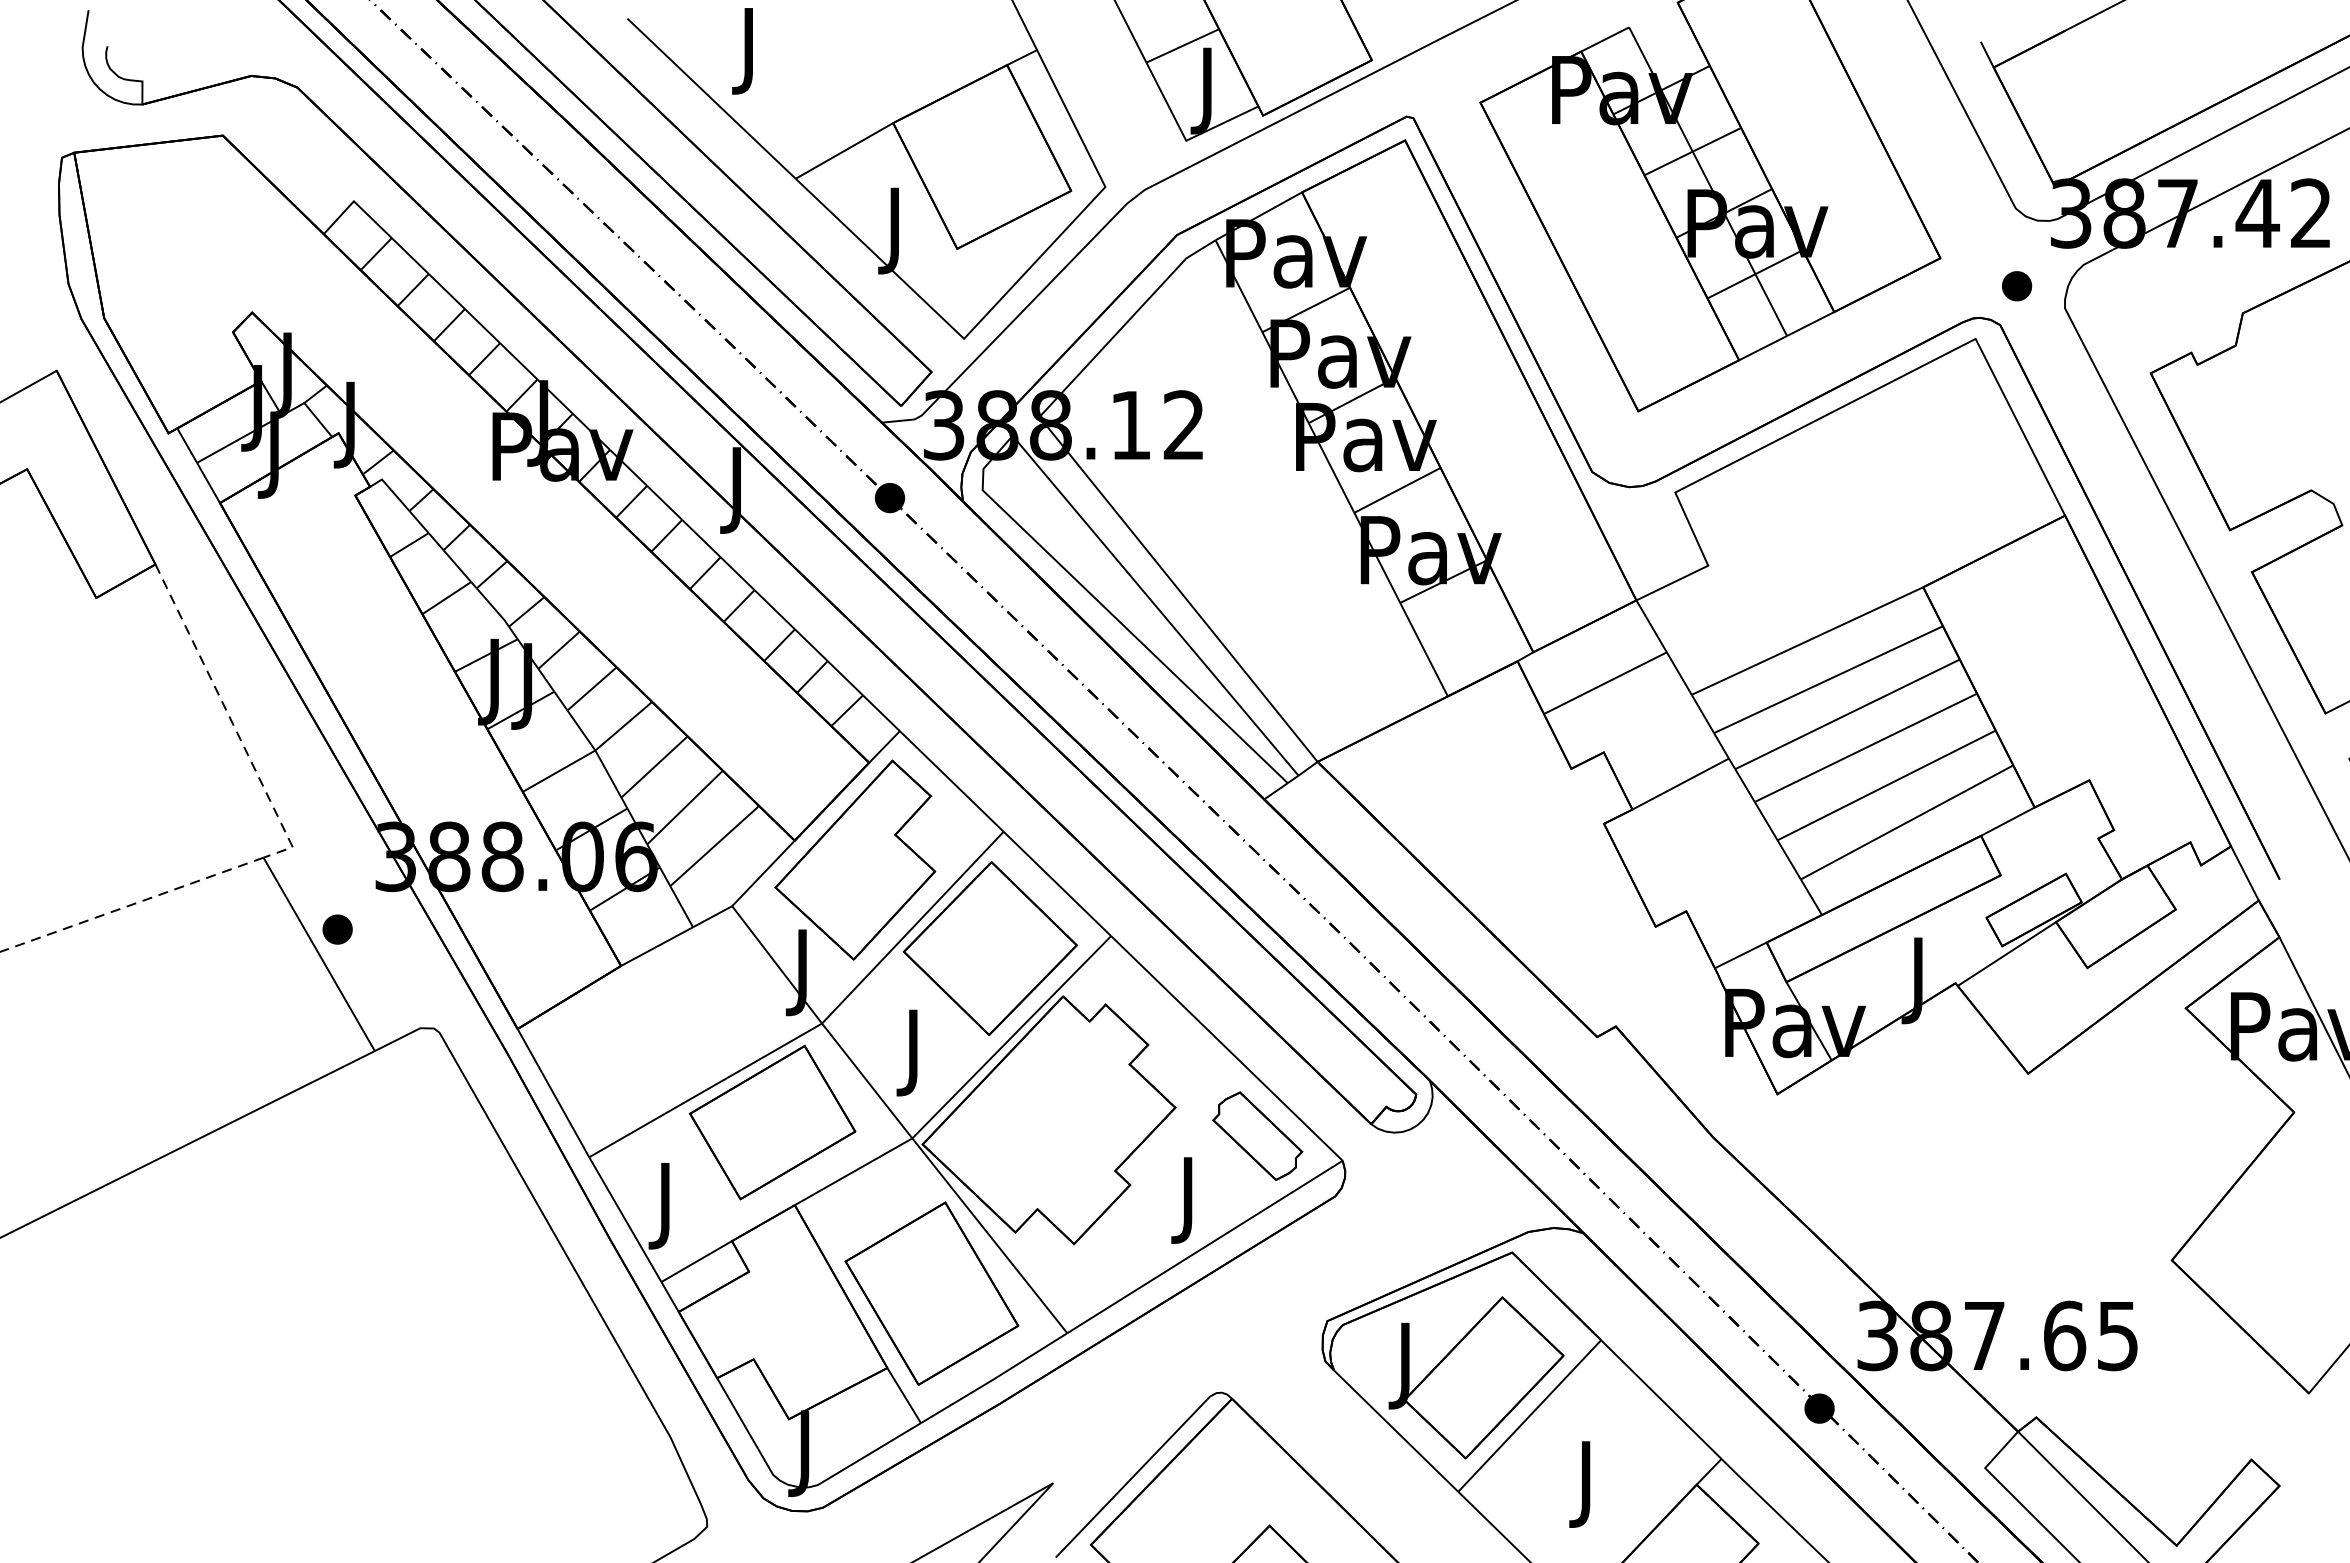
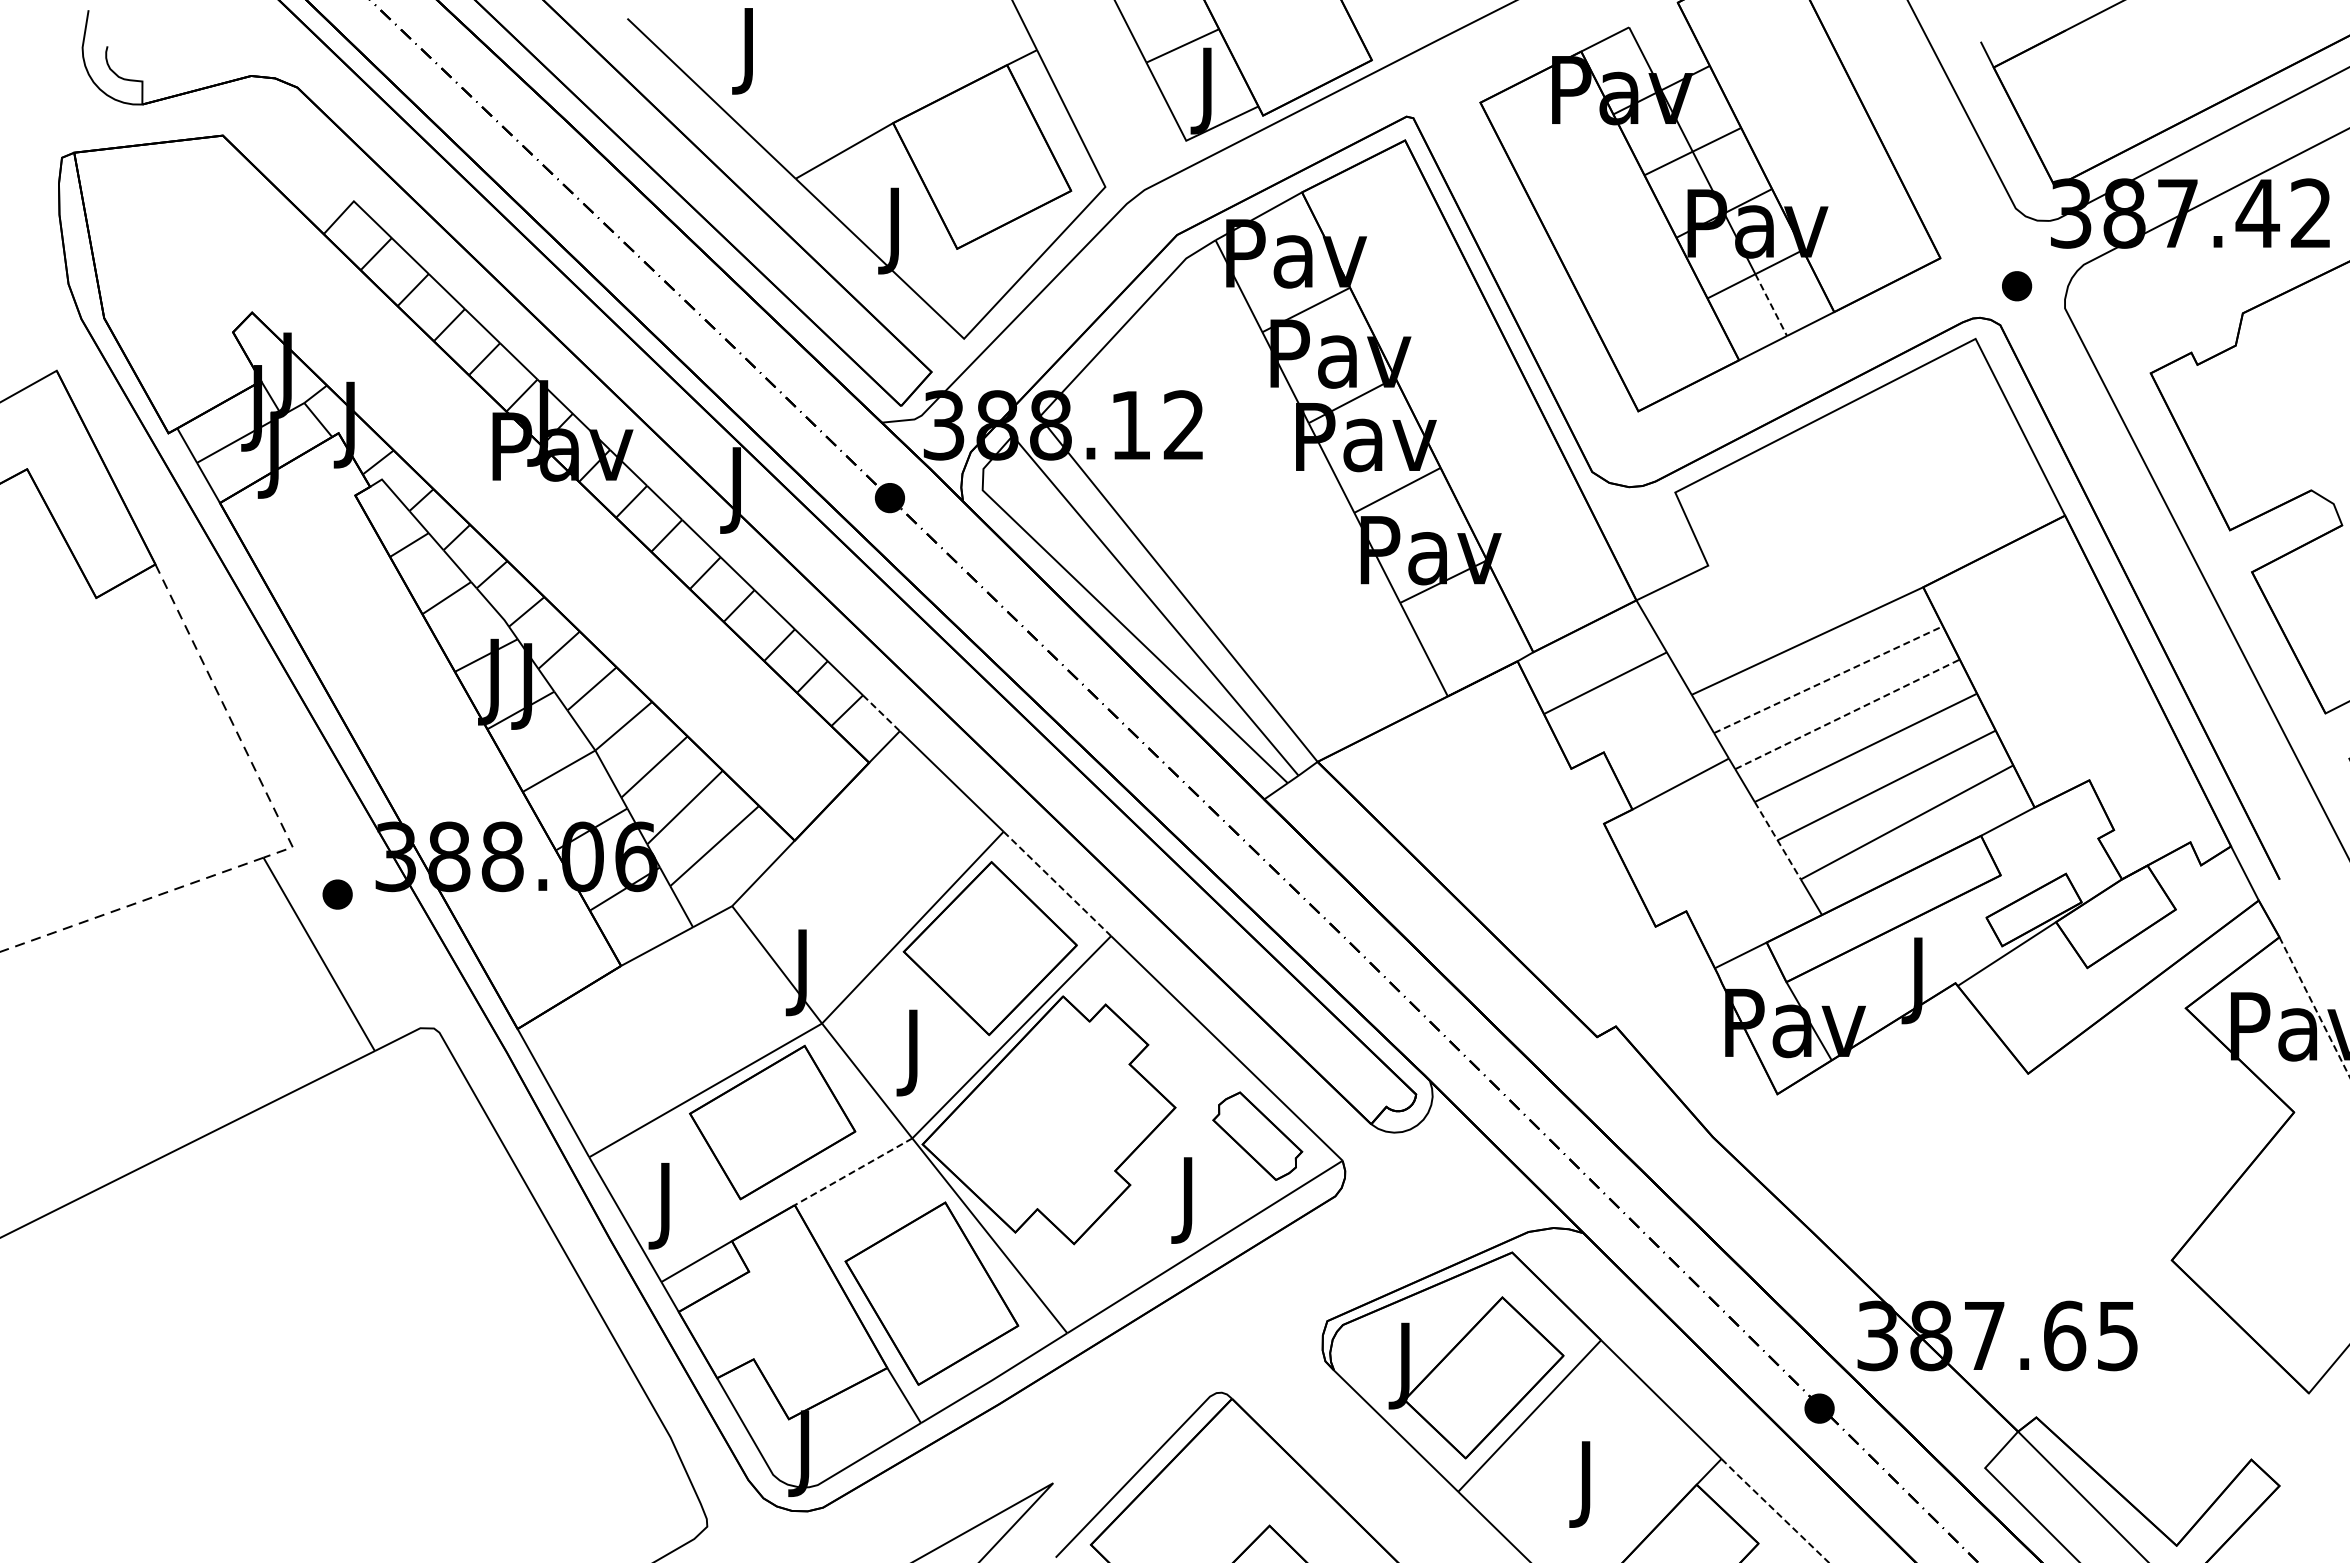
line at (1771, 305): solid -> dashed
line at (1828, 679): solid -> dashed
line at (881, 713): solid -> dashed
line at (1847, 714): solid -> dashed
line at (1778, 841): solid -> dashed
part at (855, 859): present -> none
line at (1057, 883): solid -> dashed
part at (337, 929) position: (337, 929) -> (337, 894)
line at (2314, 1007): solid -> dashed
line at (853, 1171): solid -> dashed
line at (1774, 1510): solid -> dashed
